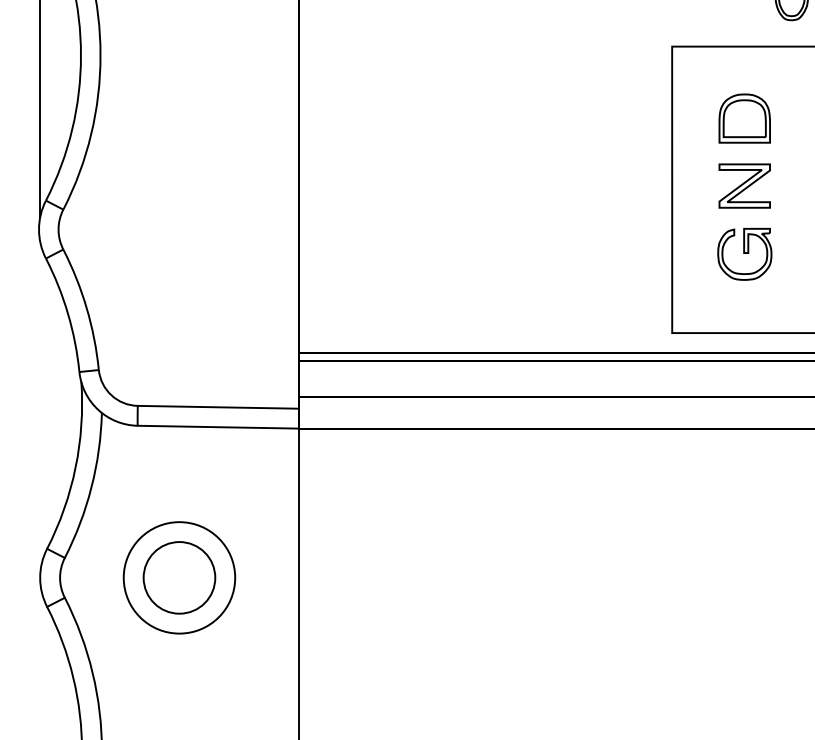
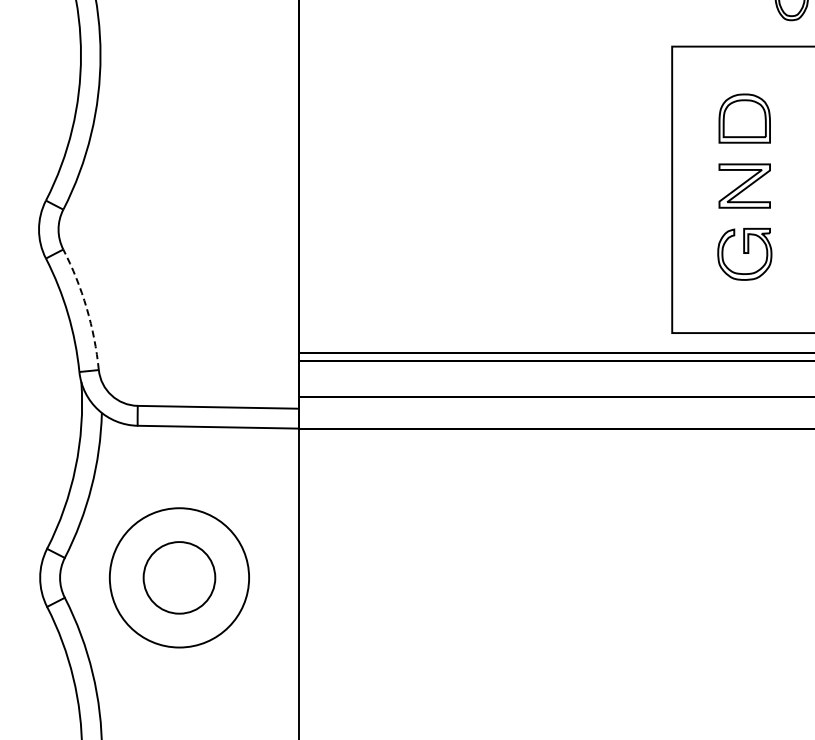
line at (40, 109): present -> none
arc at (86, 308): solid -> dashed
circle at (179, 577) diameter: 111 px -> 139 px
